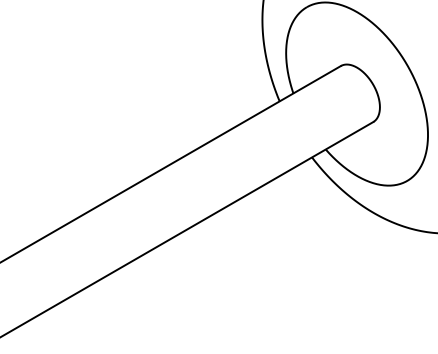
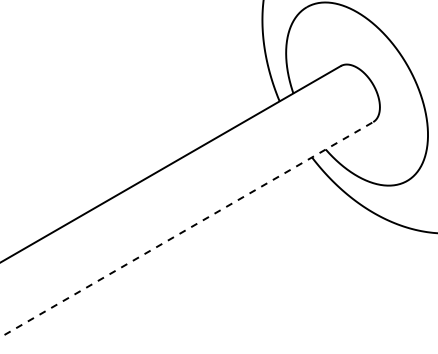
line at (187, 229): solid -> dashed
